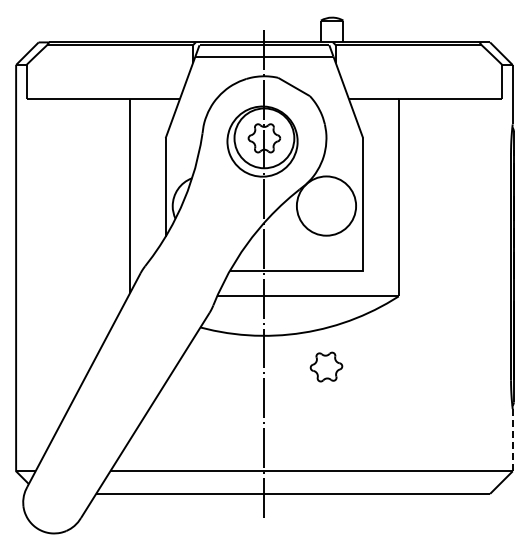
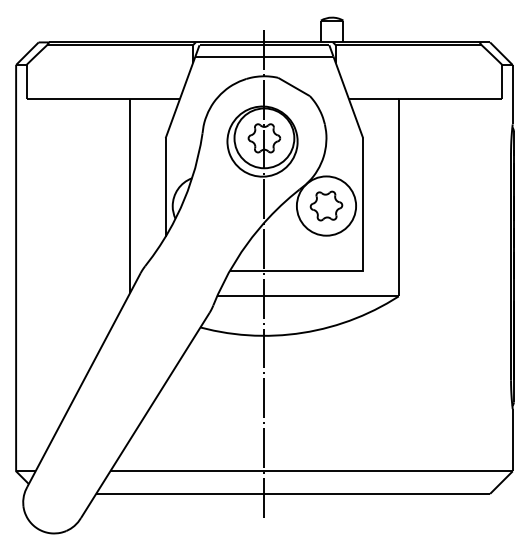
part at (326, 366) position: (326, 366) -> (326, 205)
line at (512, 439): dashed -> solid
